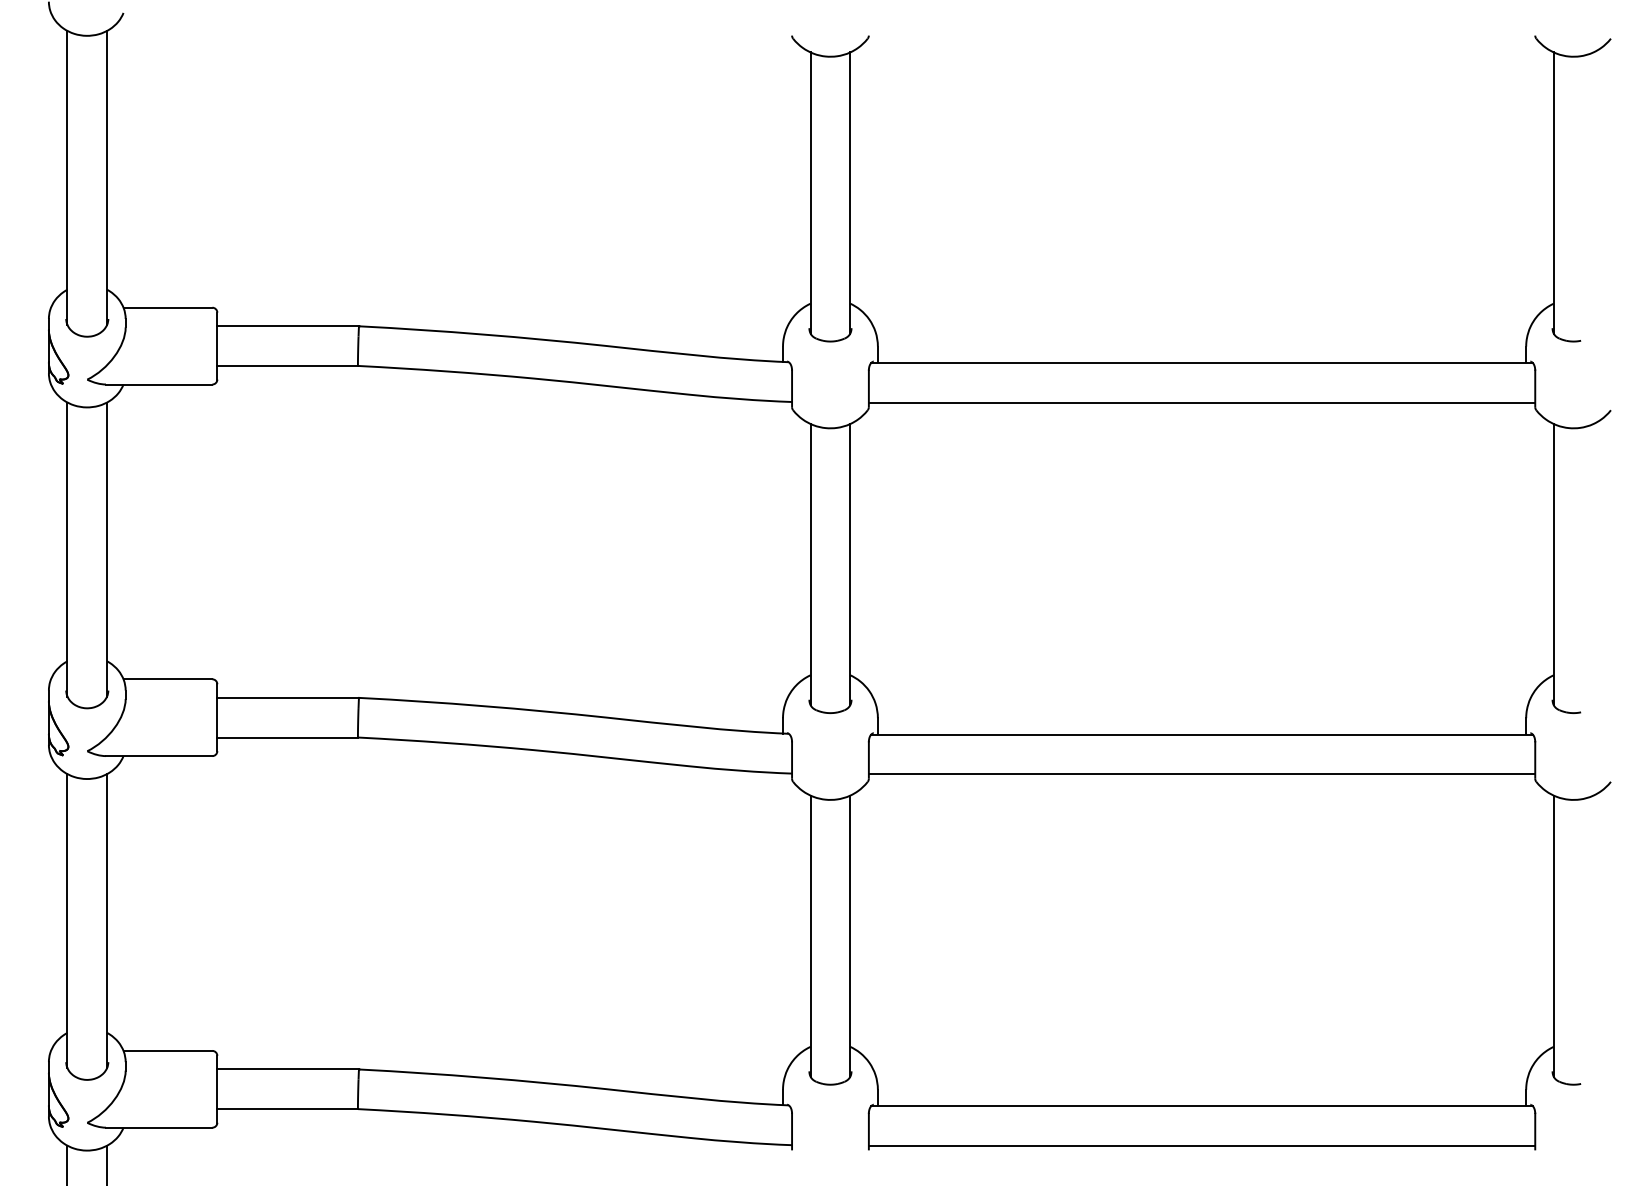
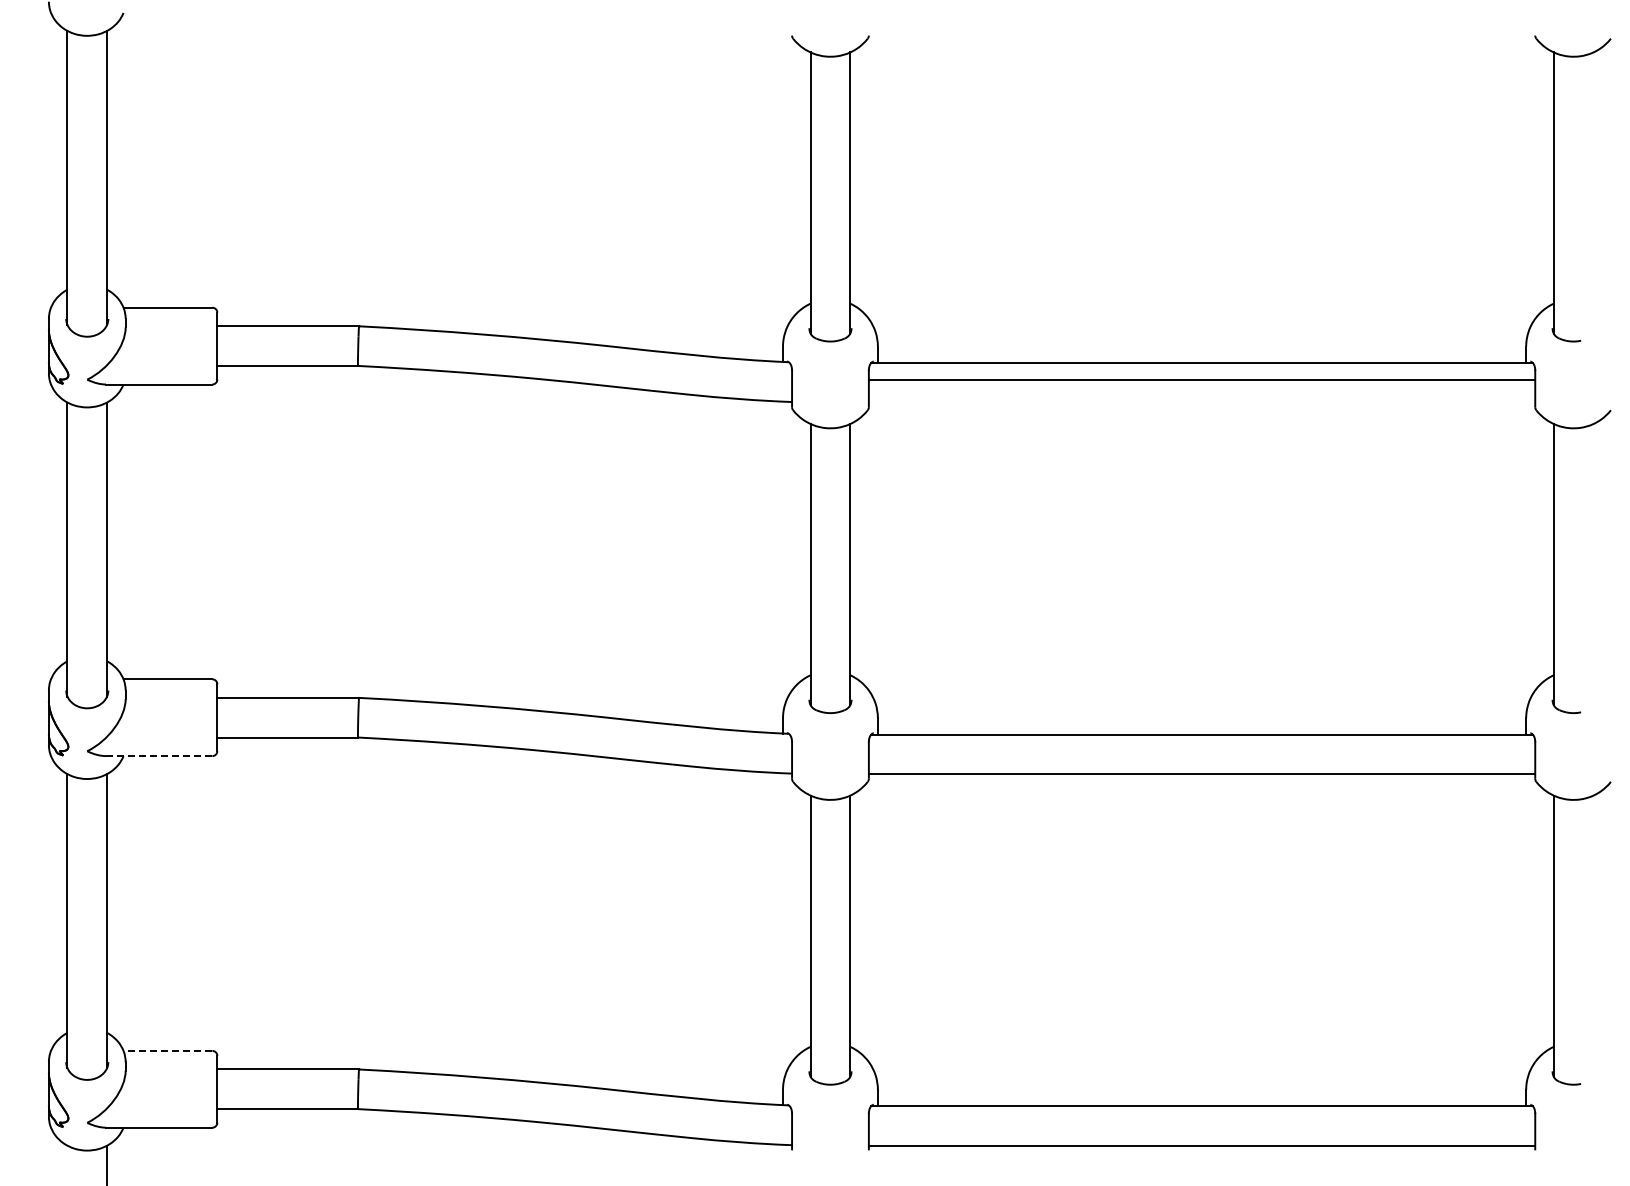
line at (1201, 402) position: (1201, 402) -> (1201, 379)
line at (158, 756): solid -> dashed
line at (167, 1050): solid -> dashed
line at (67, 1163): present -> none
